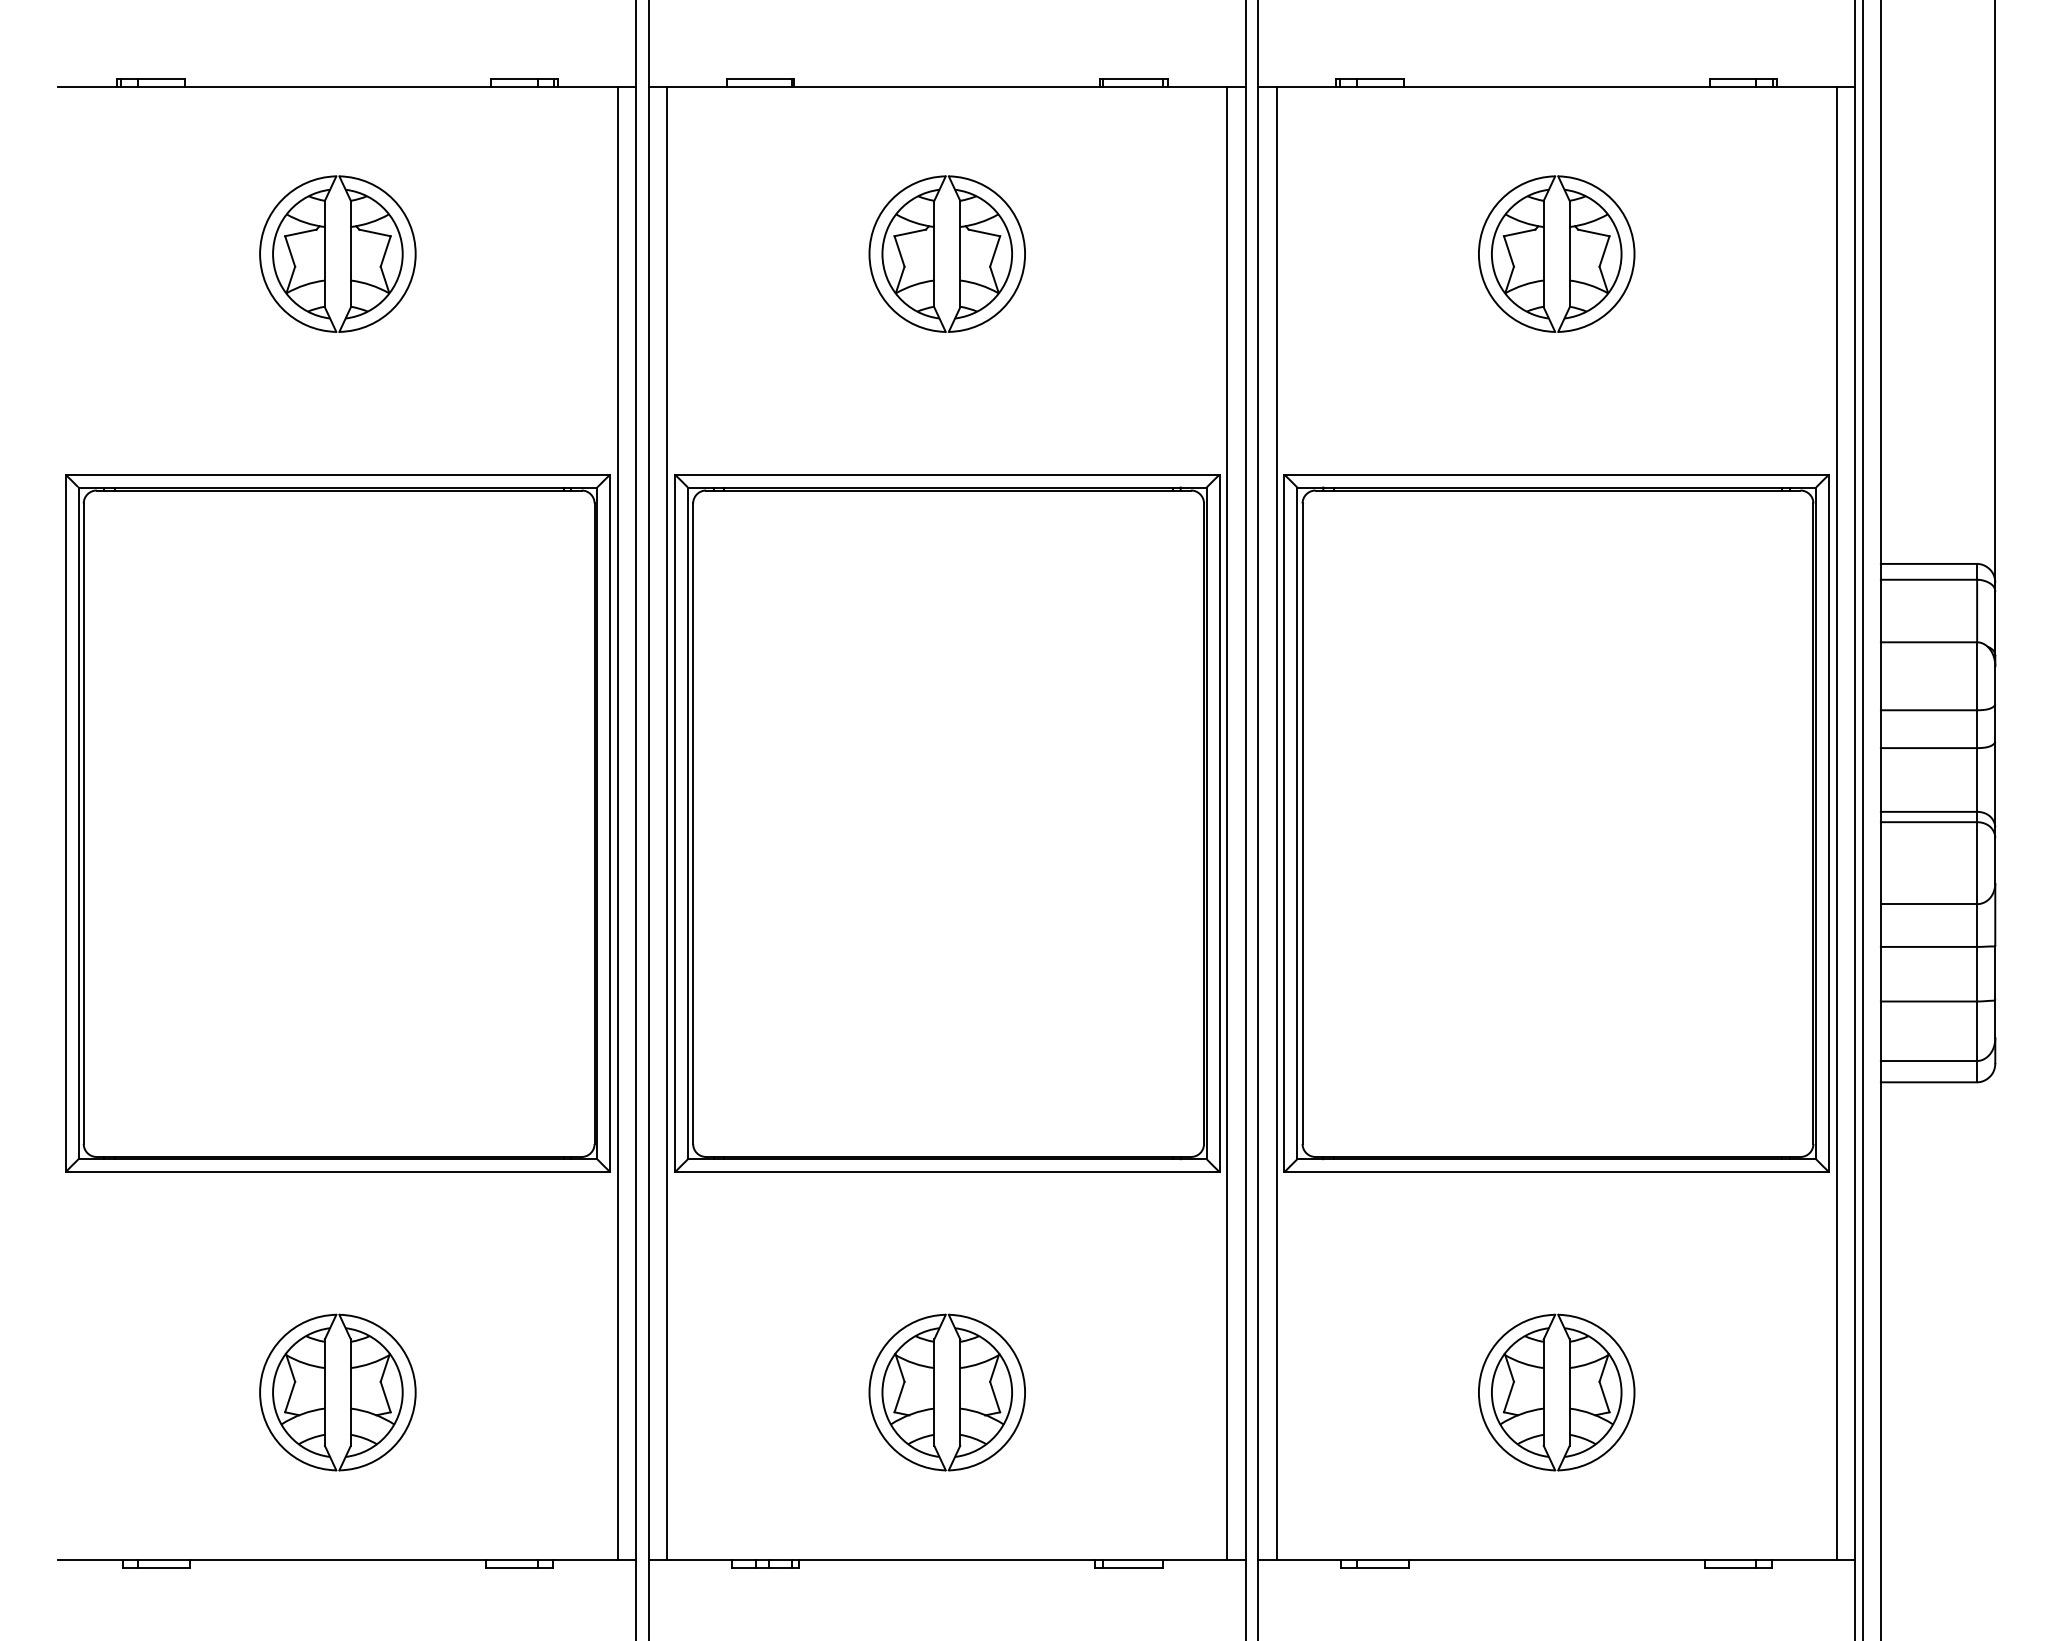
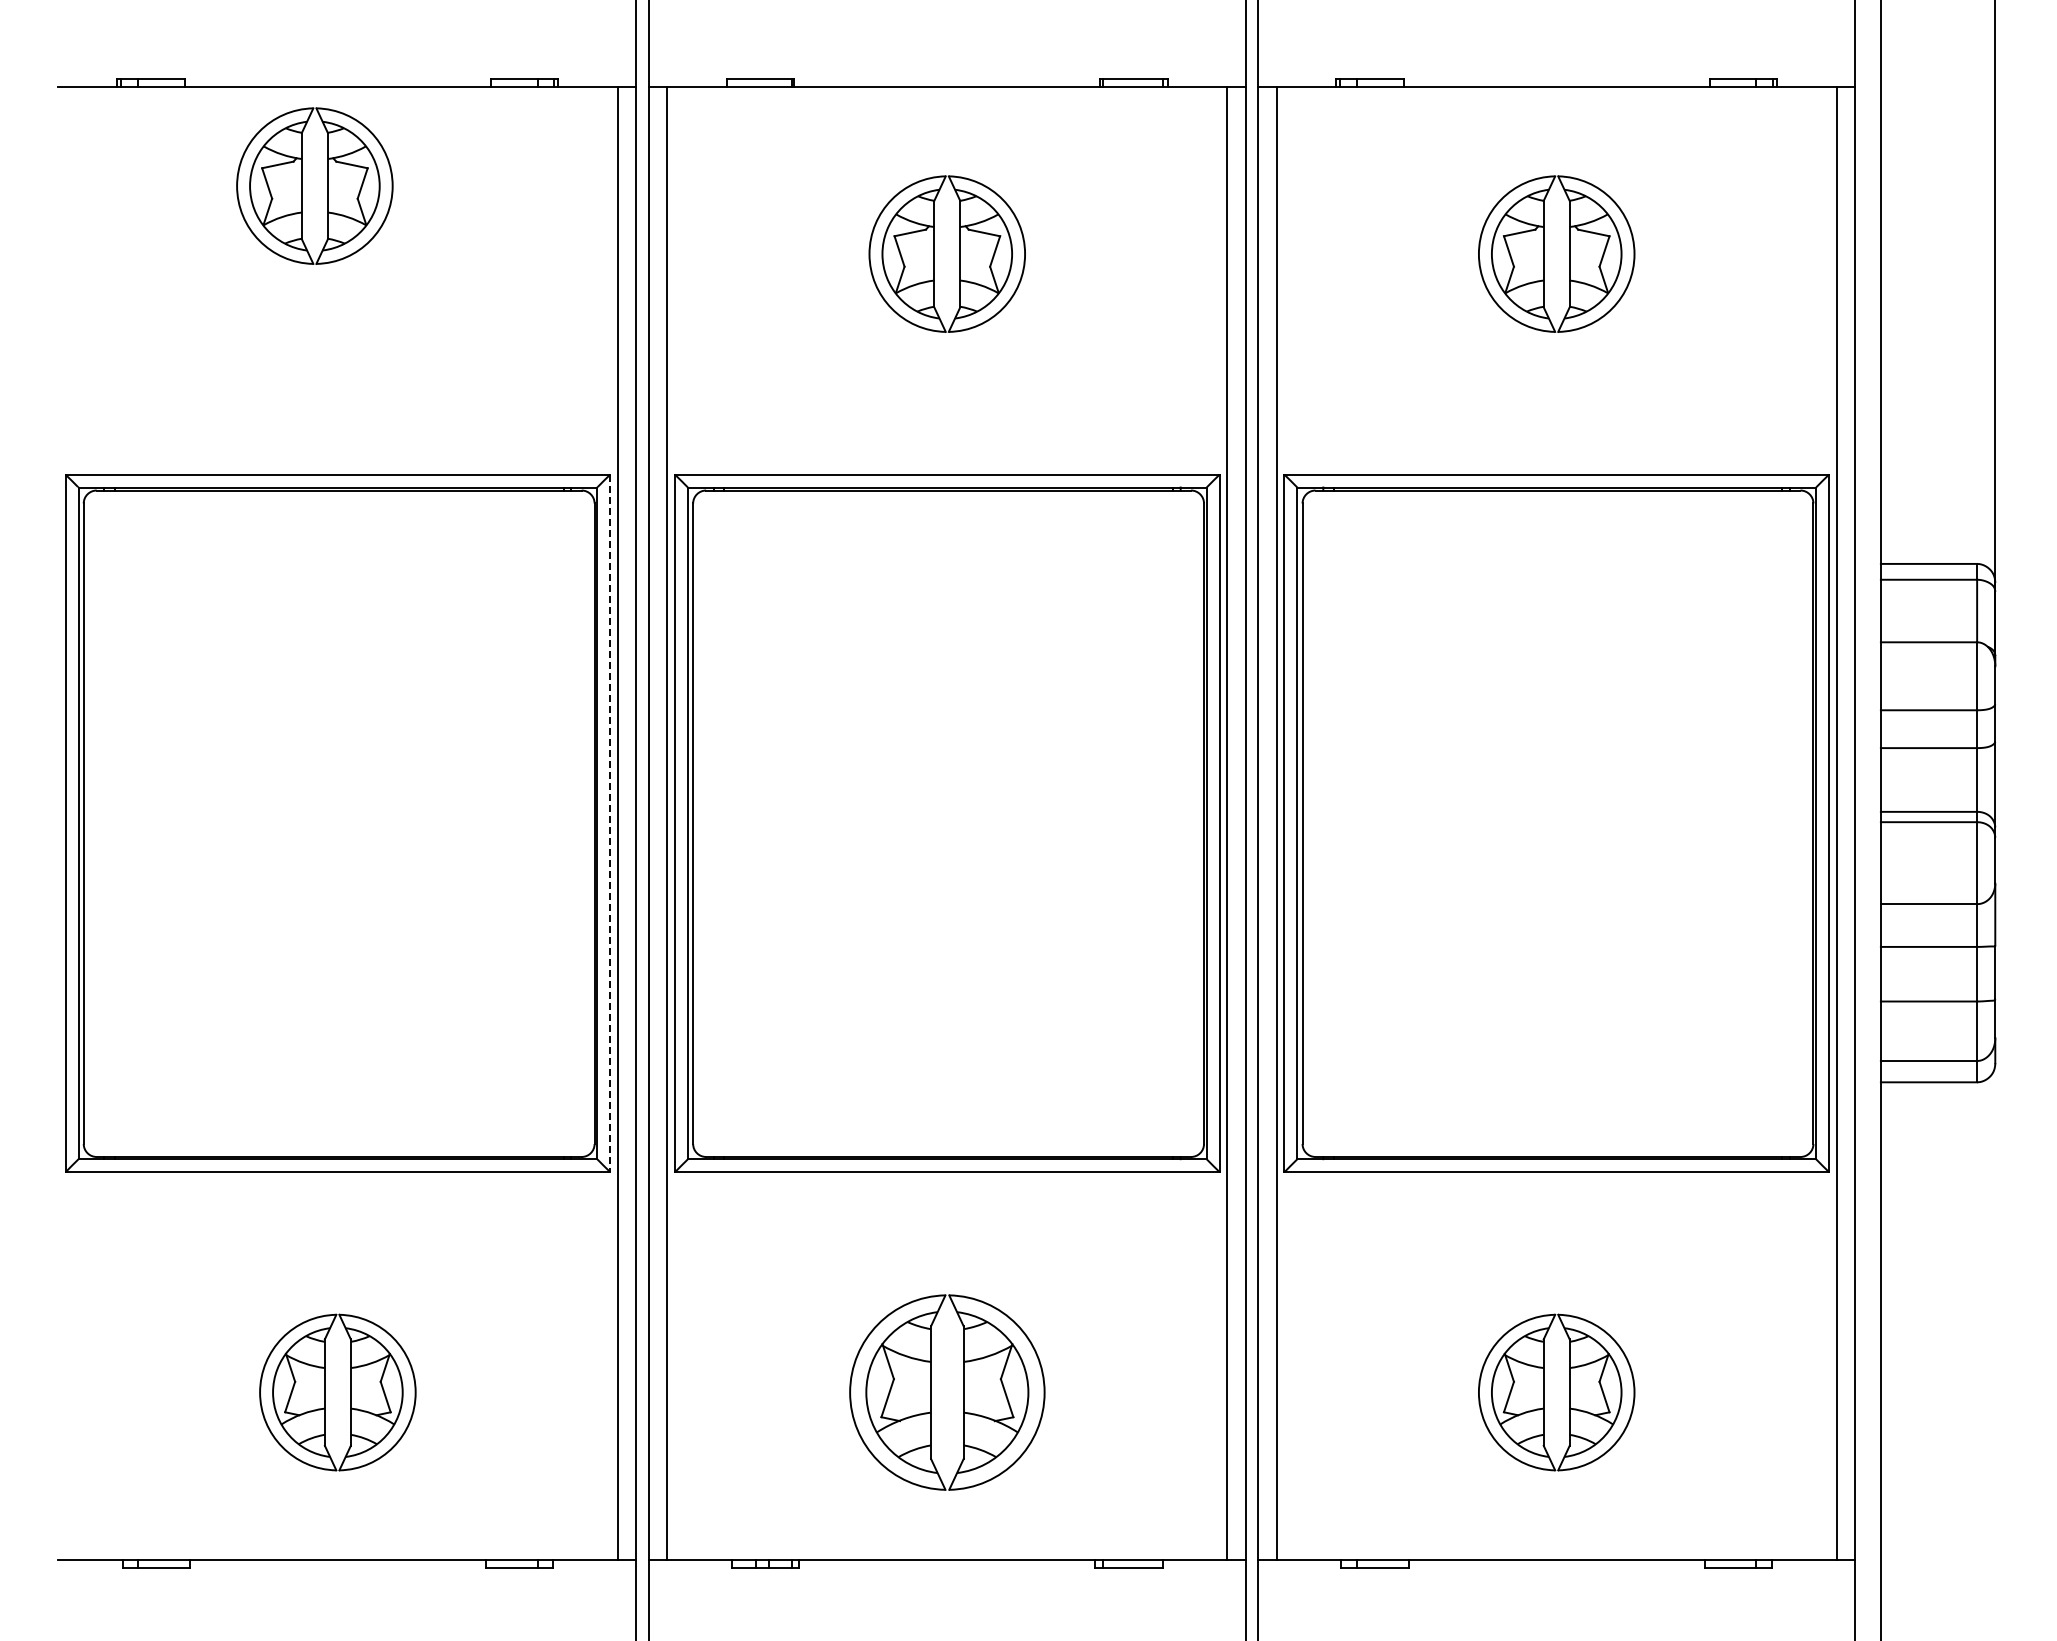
part at (337, 253) position: (337, 253) -> (314, 185)
line at (1862, 819): present -> none
line at (610, 823): solid -> dashed
part at (946, 1392) size: 158x159 px -> 197x197 px
